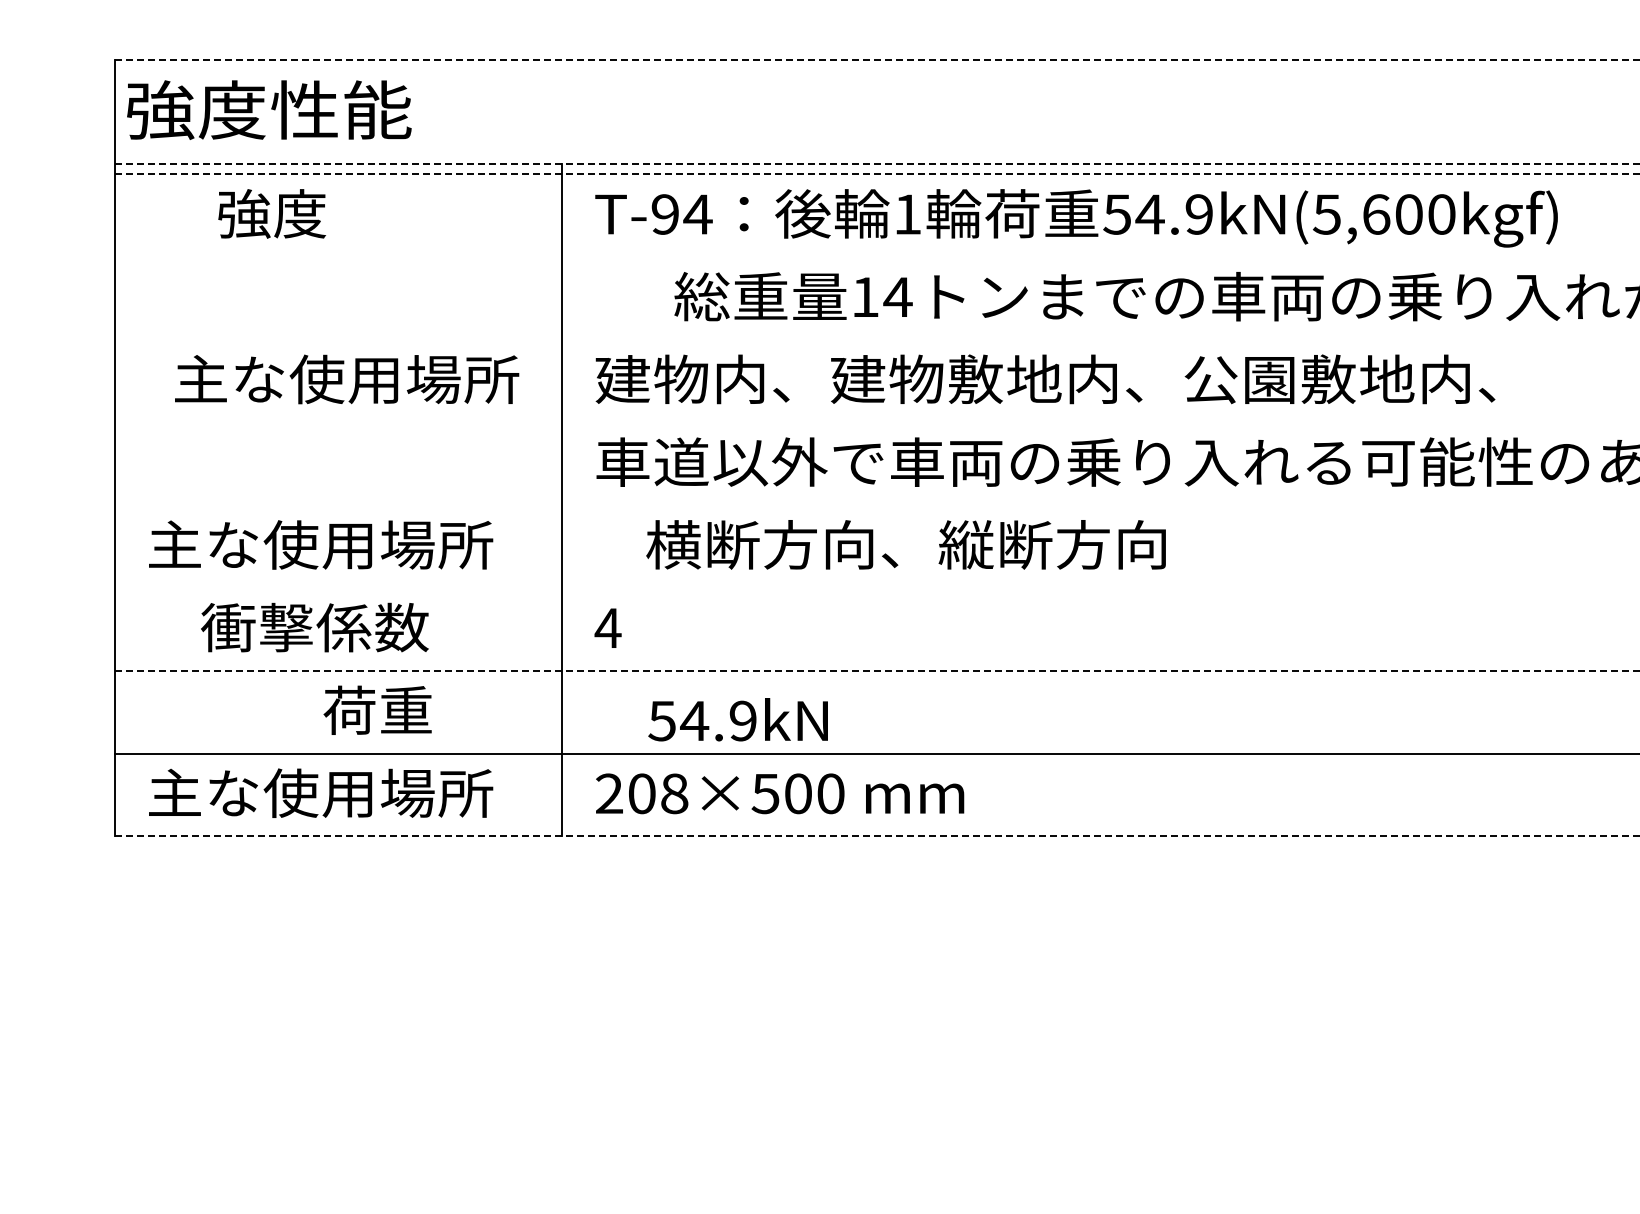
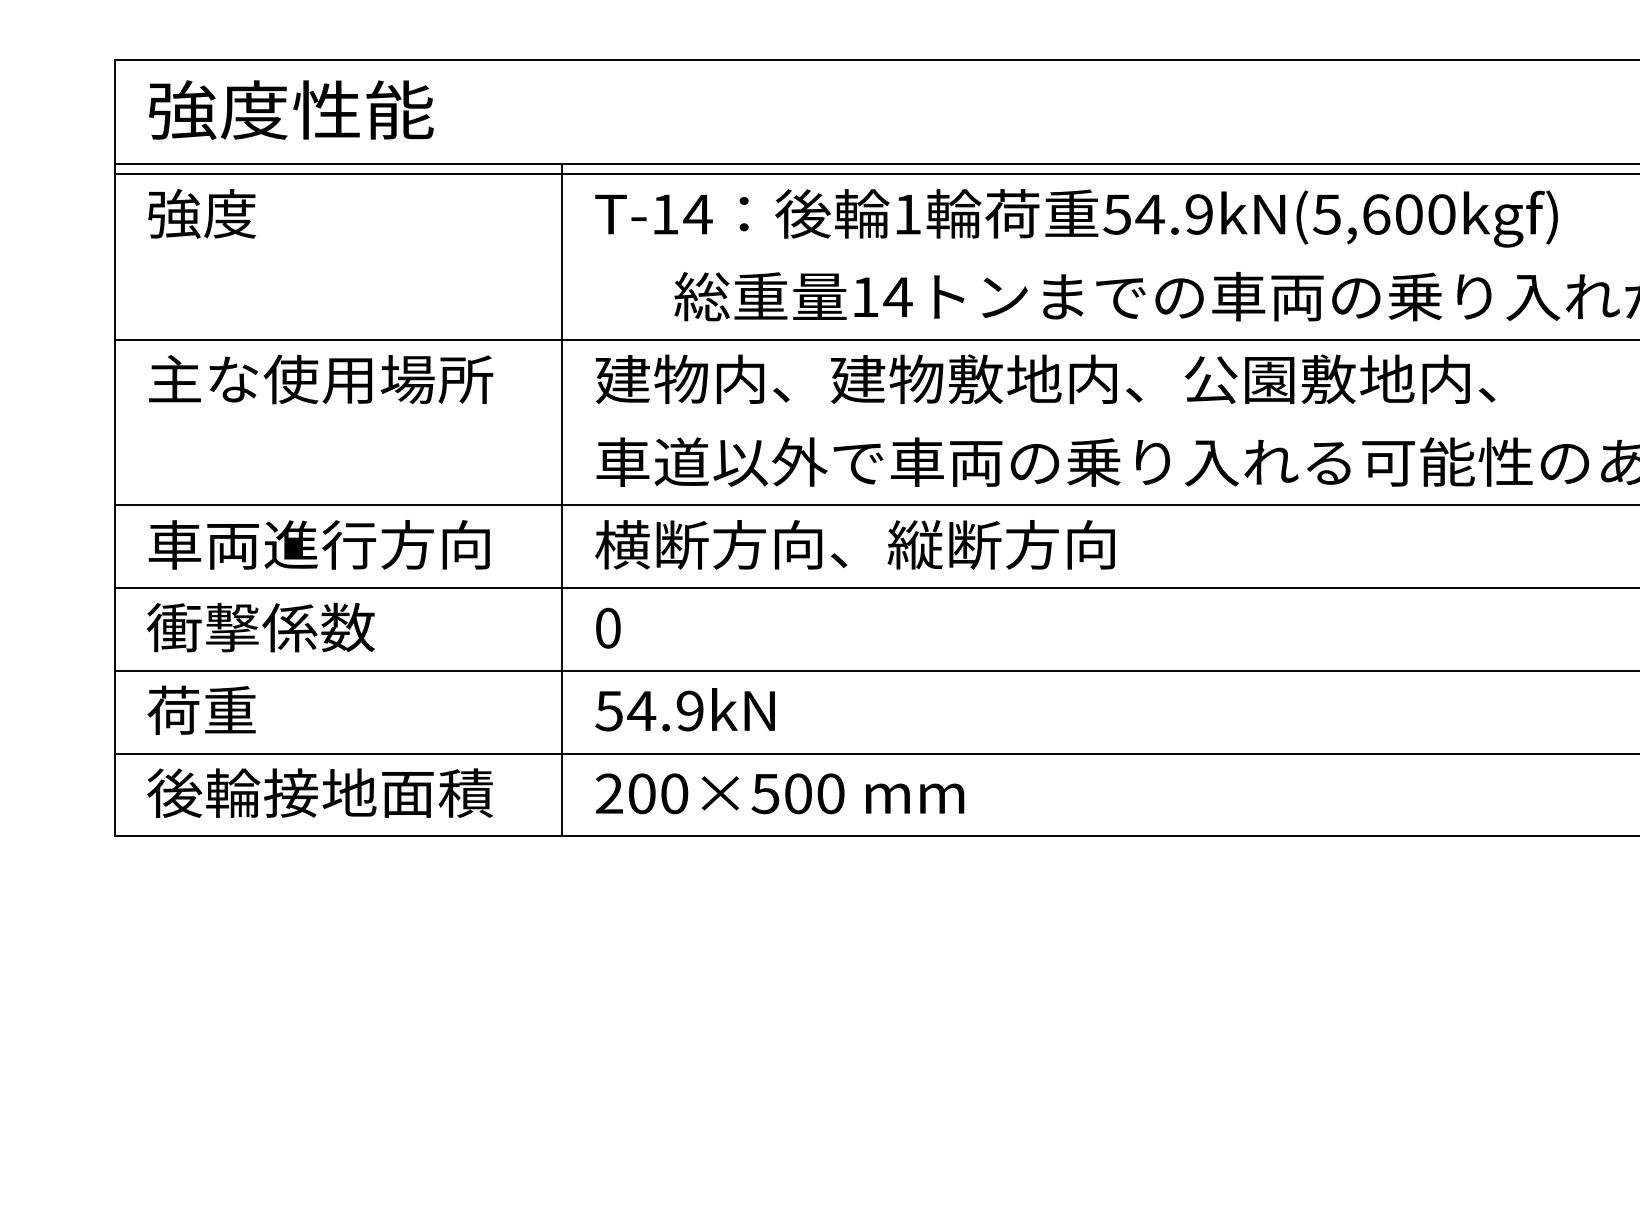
line at (877, 60): dashed -> solid
text at (269, 109) position: (269, 109) -> (291, 109)
line at (877, 163): dashed -> solid
line at (877, 174): dashed -> solid
text at (272, 213) position: (272, 213) -> (202, 213)
text at (664, 214): T-94 -> T-14
line at (875, 339): none -> present
text at (347, 379) position: (347, 379) -> (321, 379)
line at (875, 505): none -> present
text at (320, 544): 主な使用場所 -> 車両進行方向
text at (905, 544) position: (905, 544) -> (854, 544)
line at (875, 588): none -> present
text at (314, 627) position: (314, 627) -> (260, 627)
text at (607, 627): 4 -> 0
line at (877, 670): dashed -> solid
text at (377, 709) position: (377, 709) -> (201, 709)
text at (737, 719) position: (737, 719) -> (684, 709)
text at (320, 792): 主な使用場所 -> 後輪接地面積
text at (674, 793): 208×500 -> 200×500
line at (877, 836): dashed -> solid
